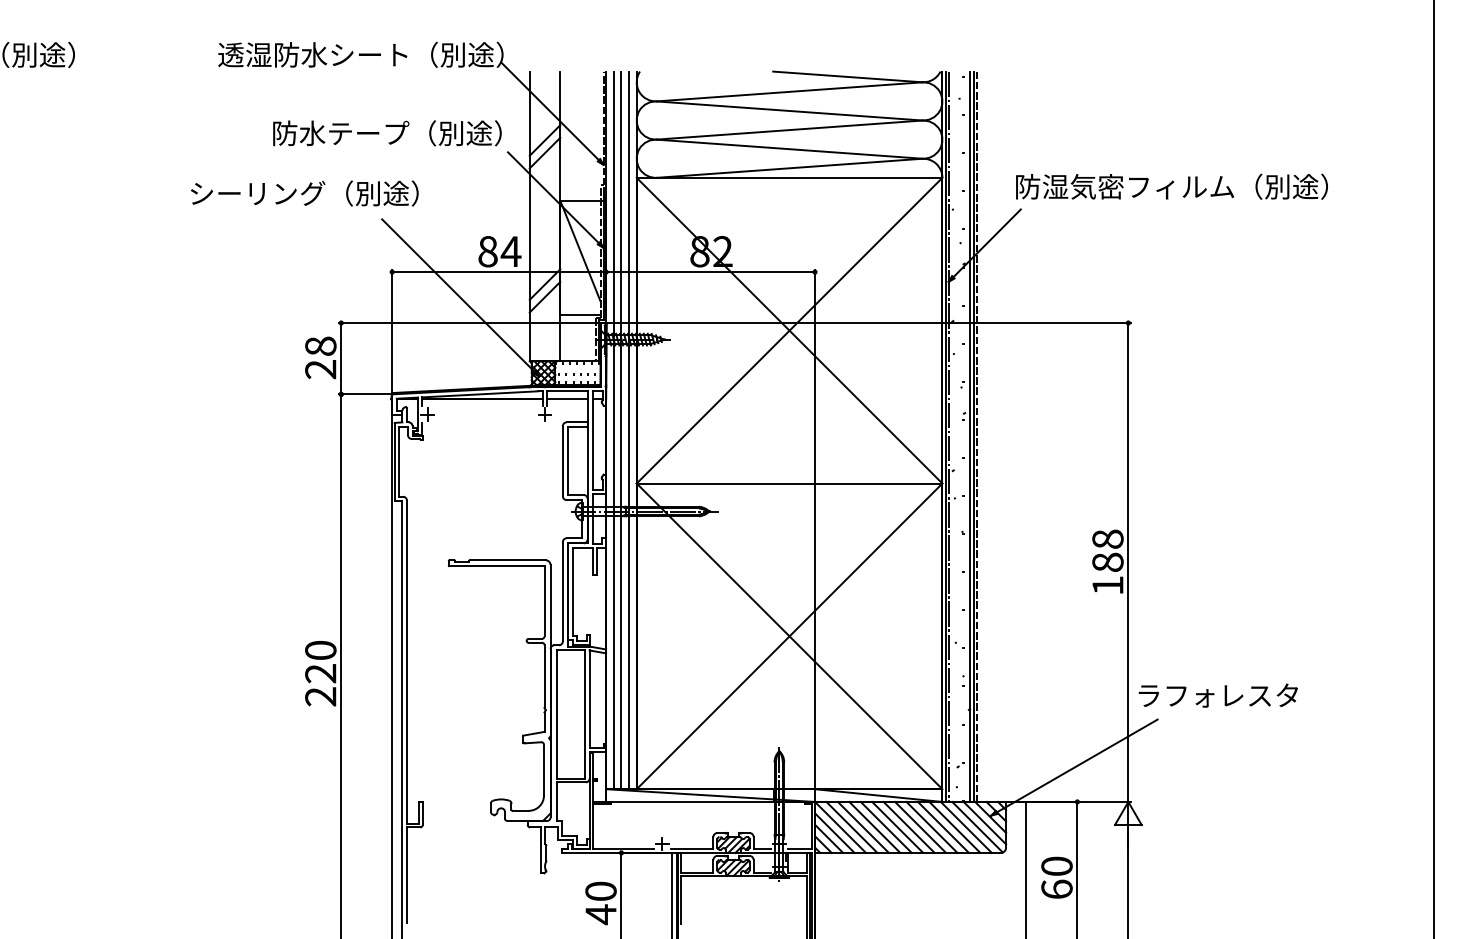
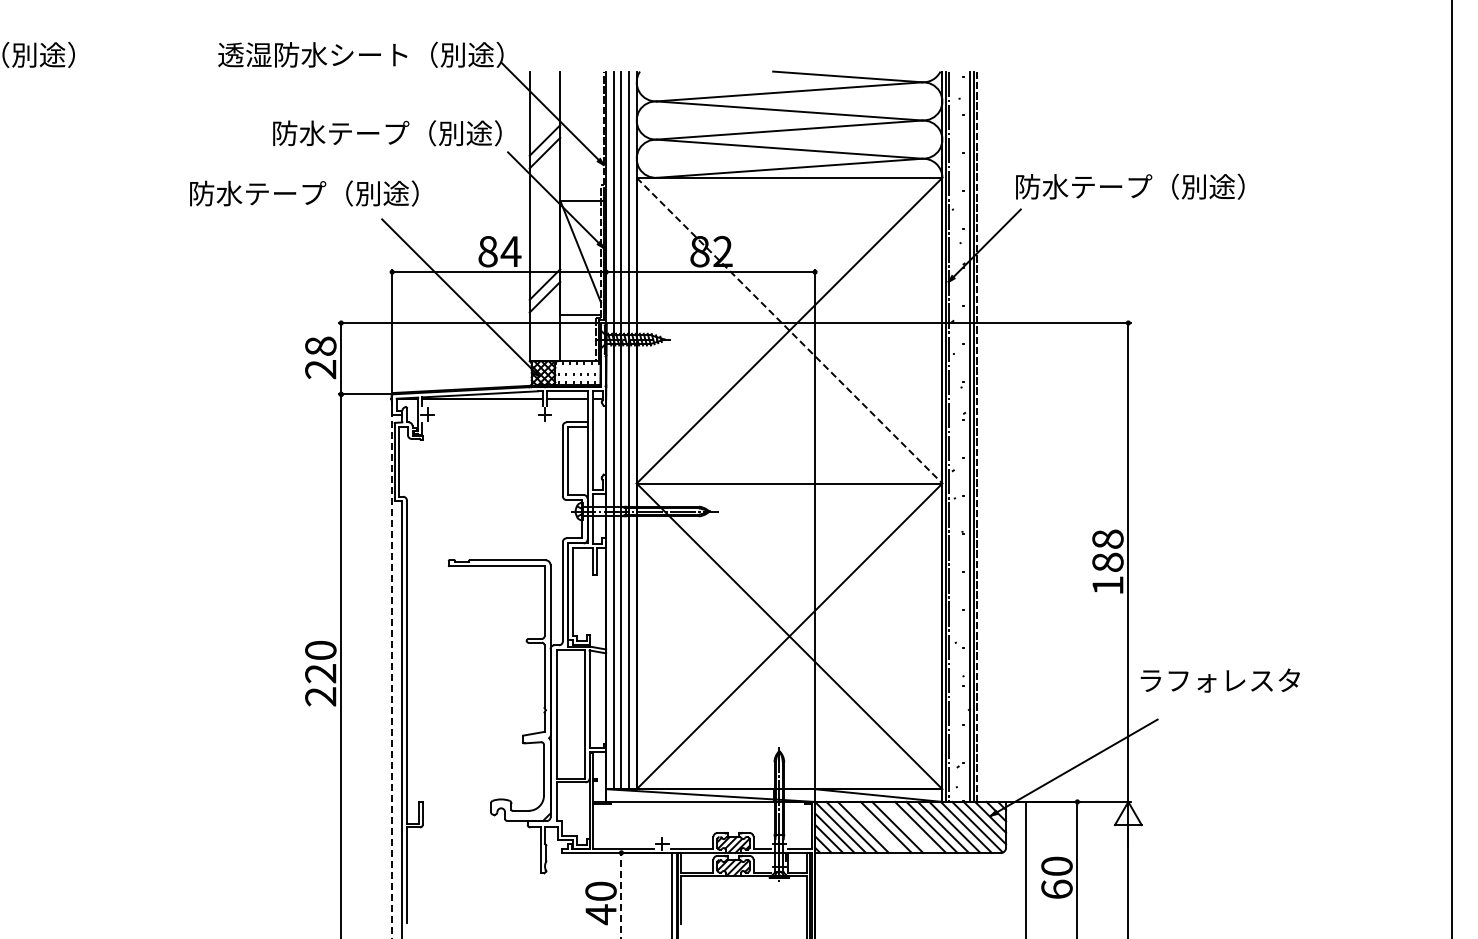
text at (1184, 186): 防湿気密フィルム（別途） -> 防水テープ（別途）
text at (258, 193): シーリング（別途） -> 防水テープ（別途）
line at (789, 331): solid -> dashed
line at (1433, 468) position: (1433, 468) -> (1451, 468)
line at (392, 669): solid -> dashed
text at (1217, 695) position: (1217, 695) -> (1219, 680)
line at (874, 826): present -> none
line at (908, 826): present -> none
line at (621, 895): solid -> dashed
